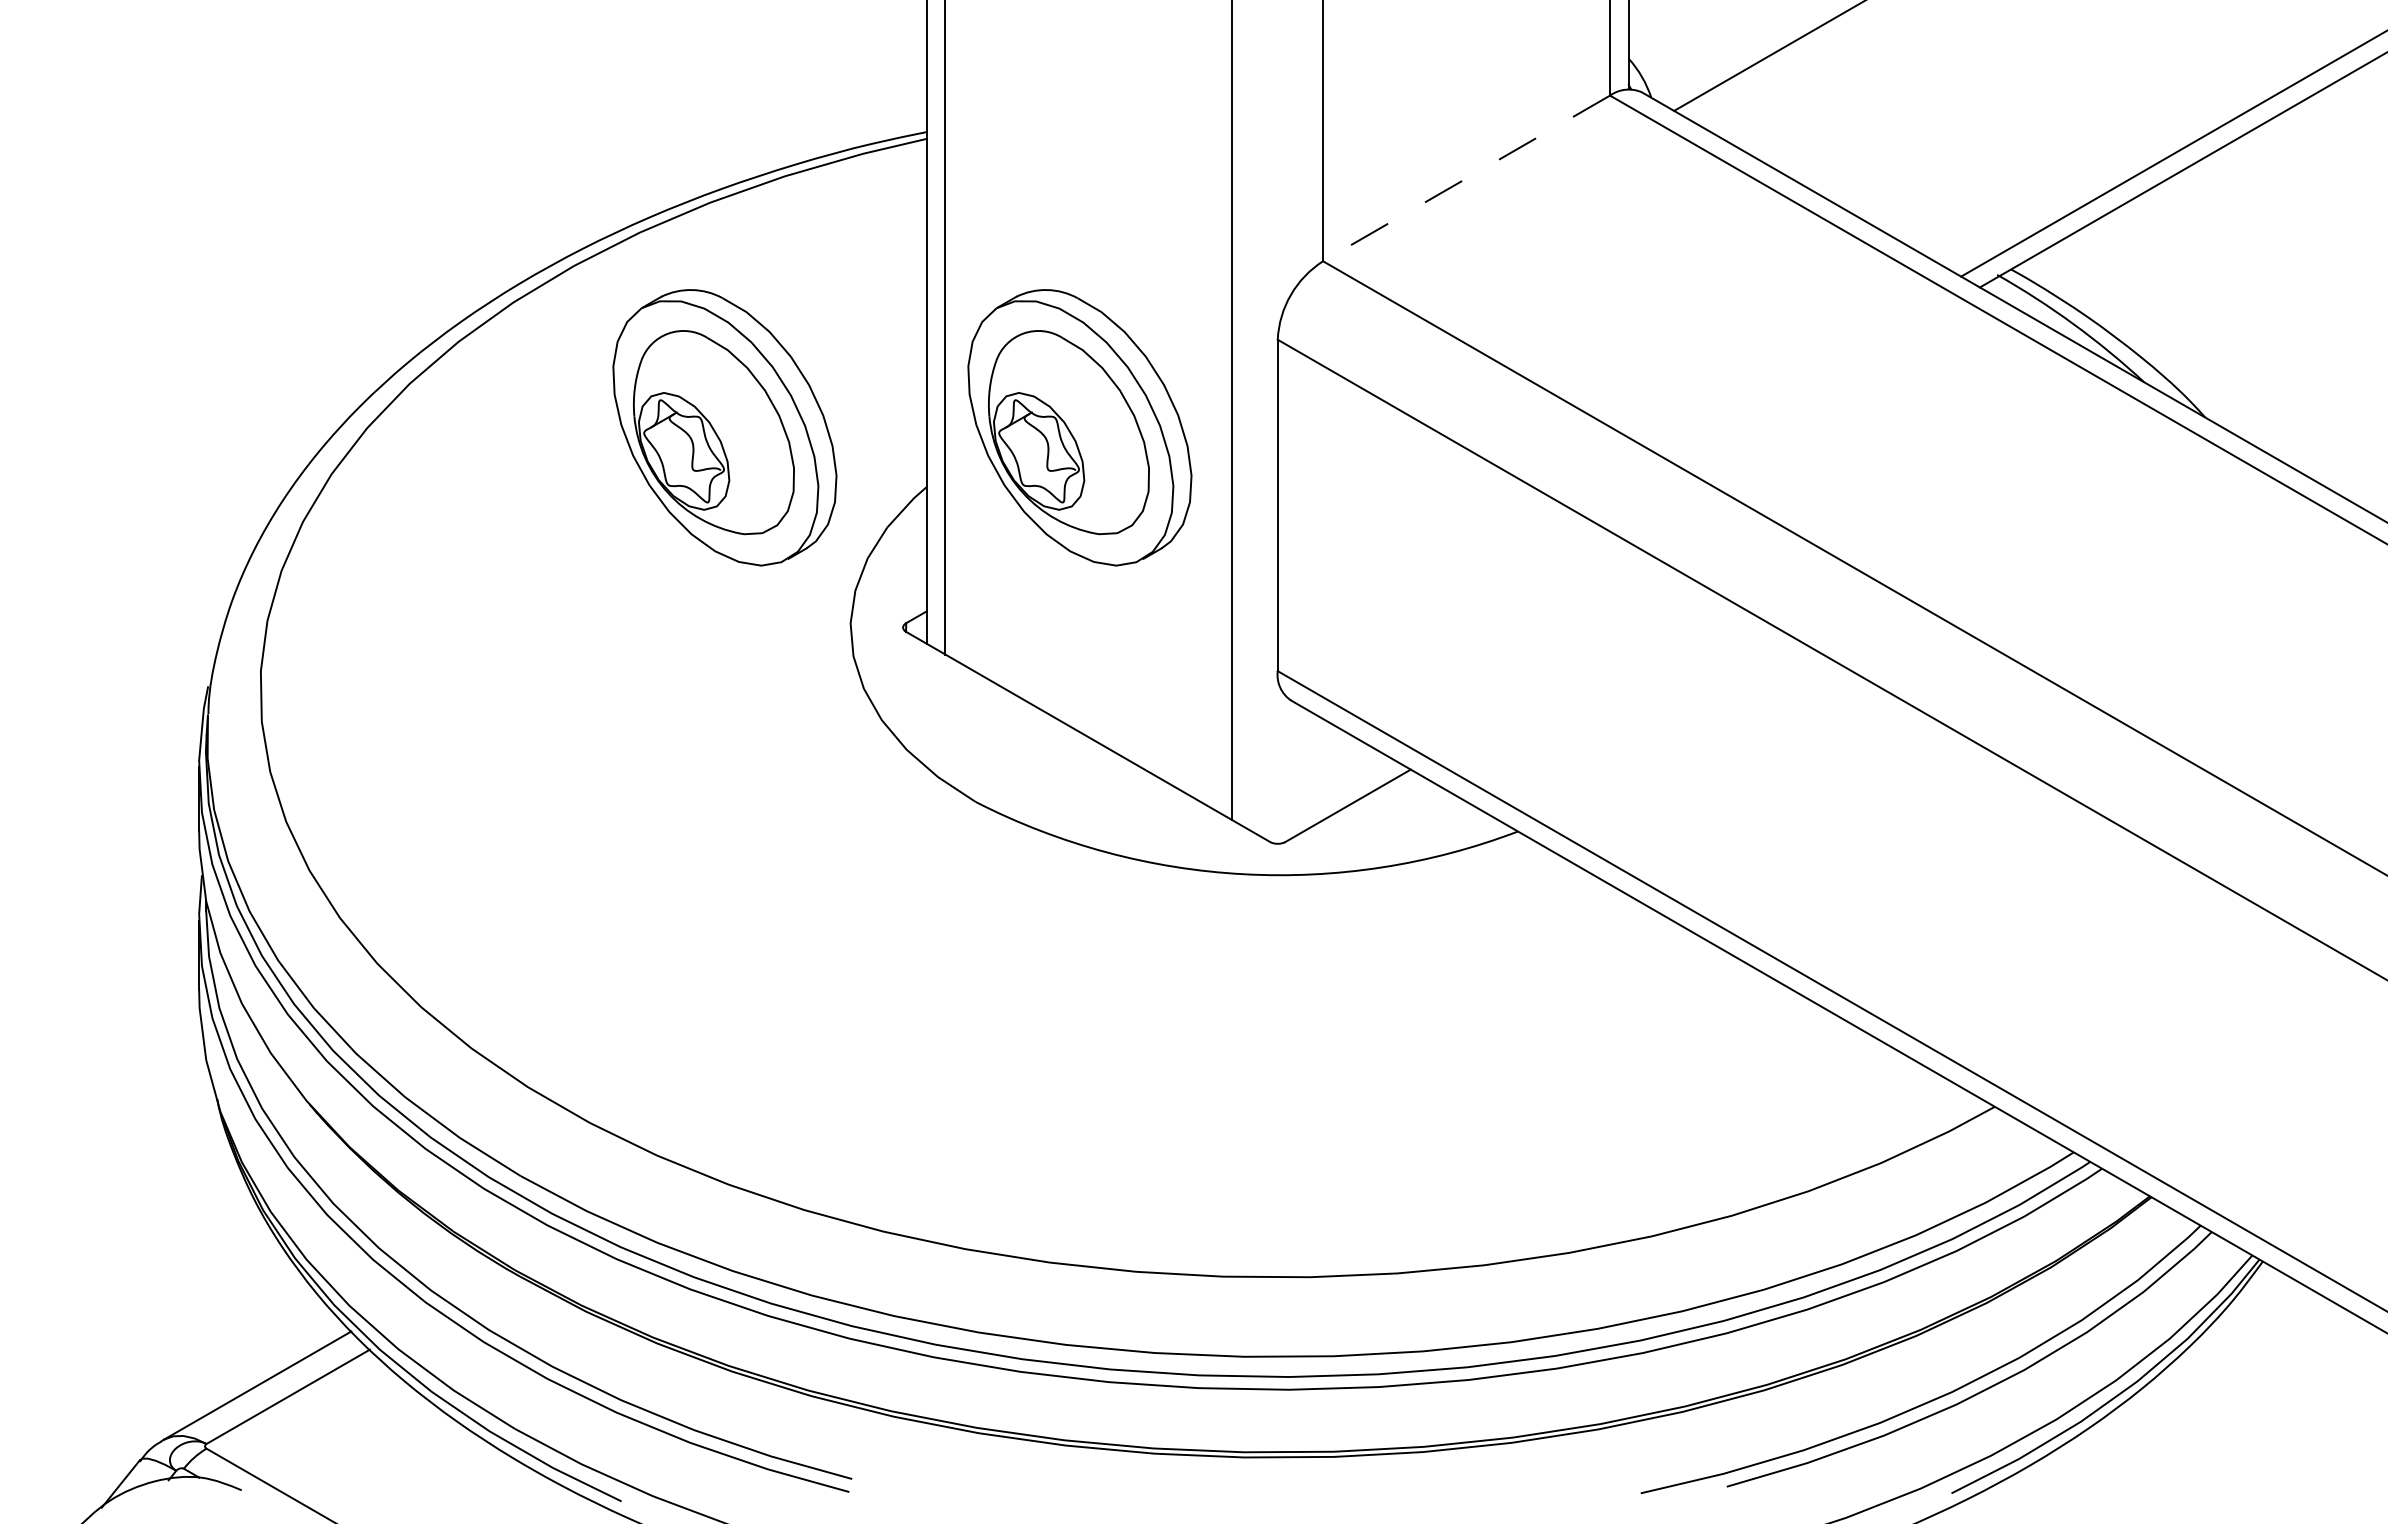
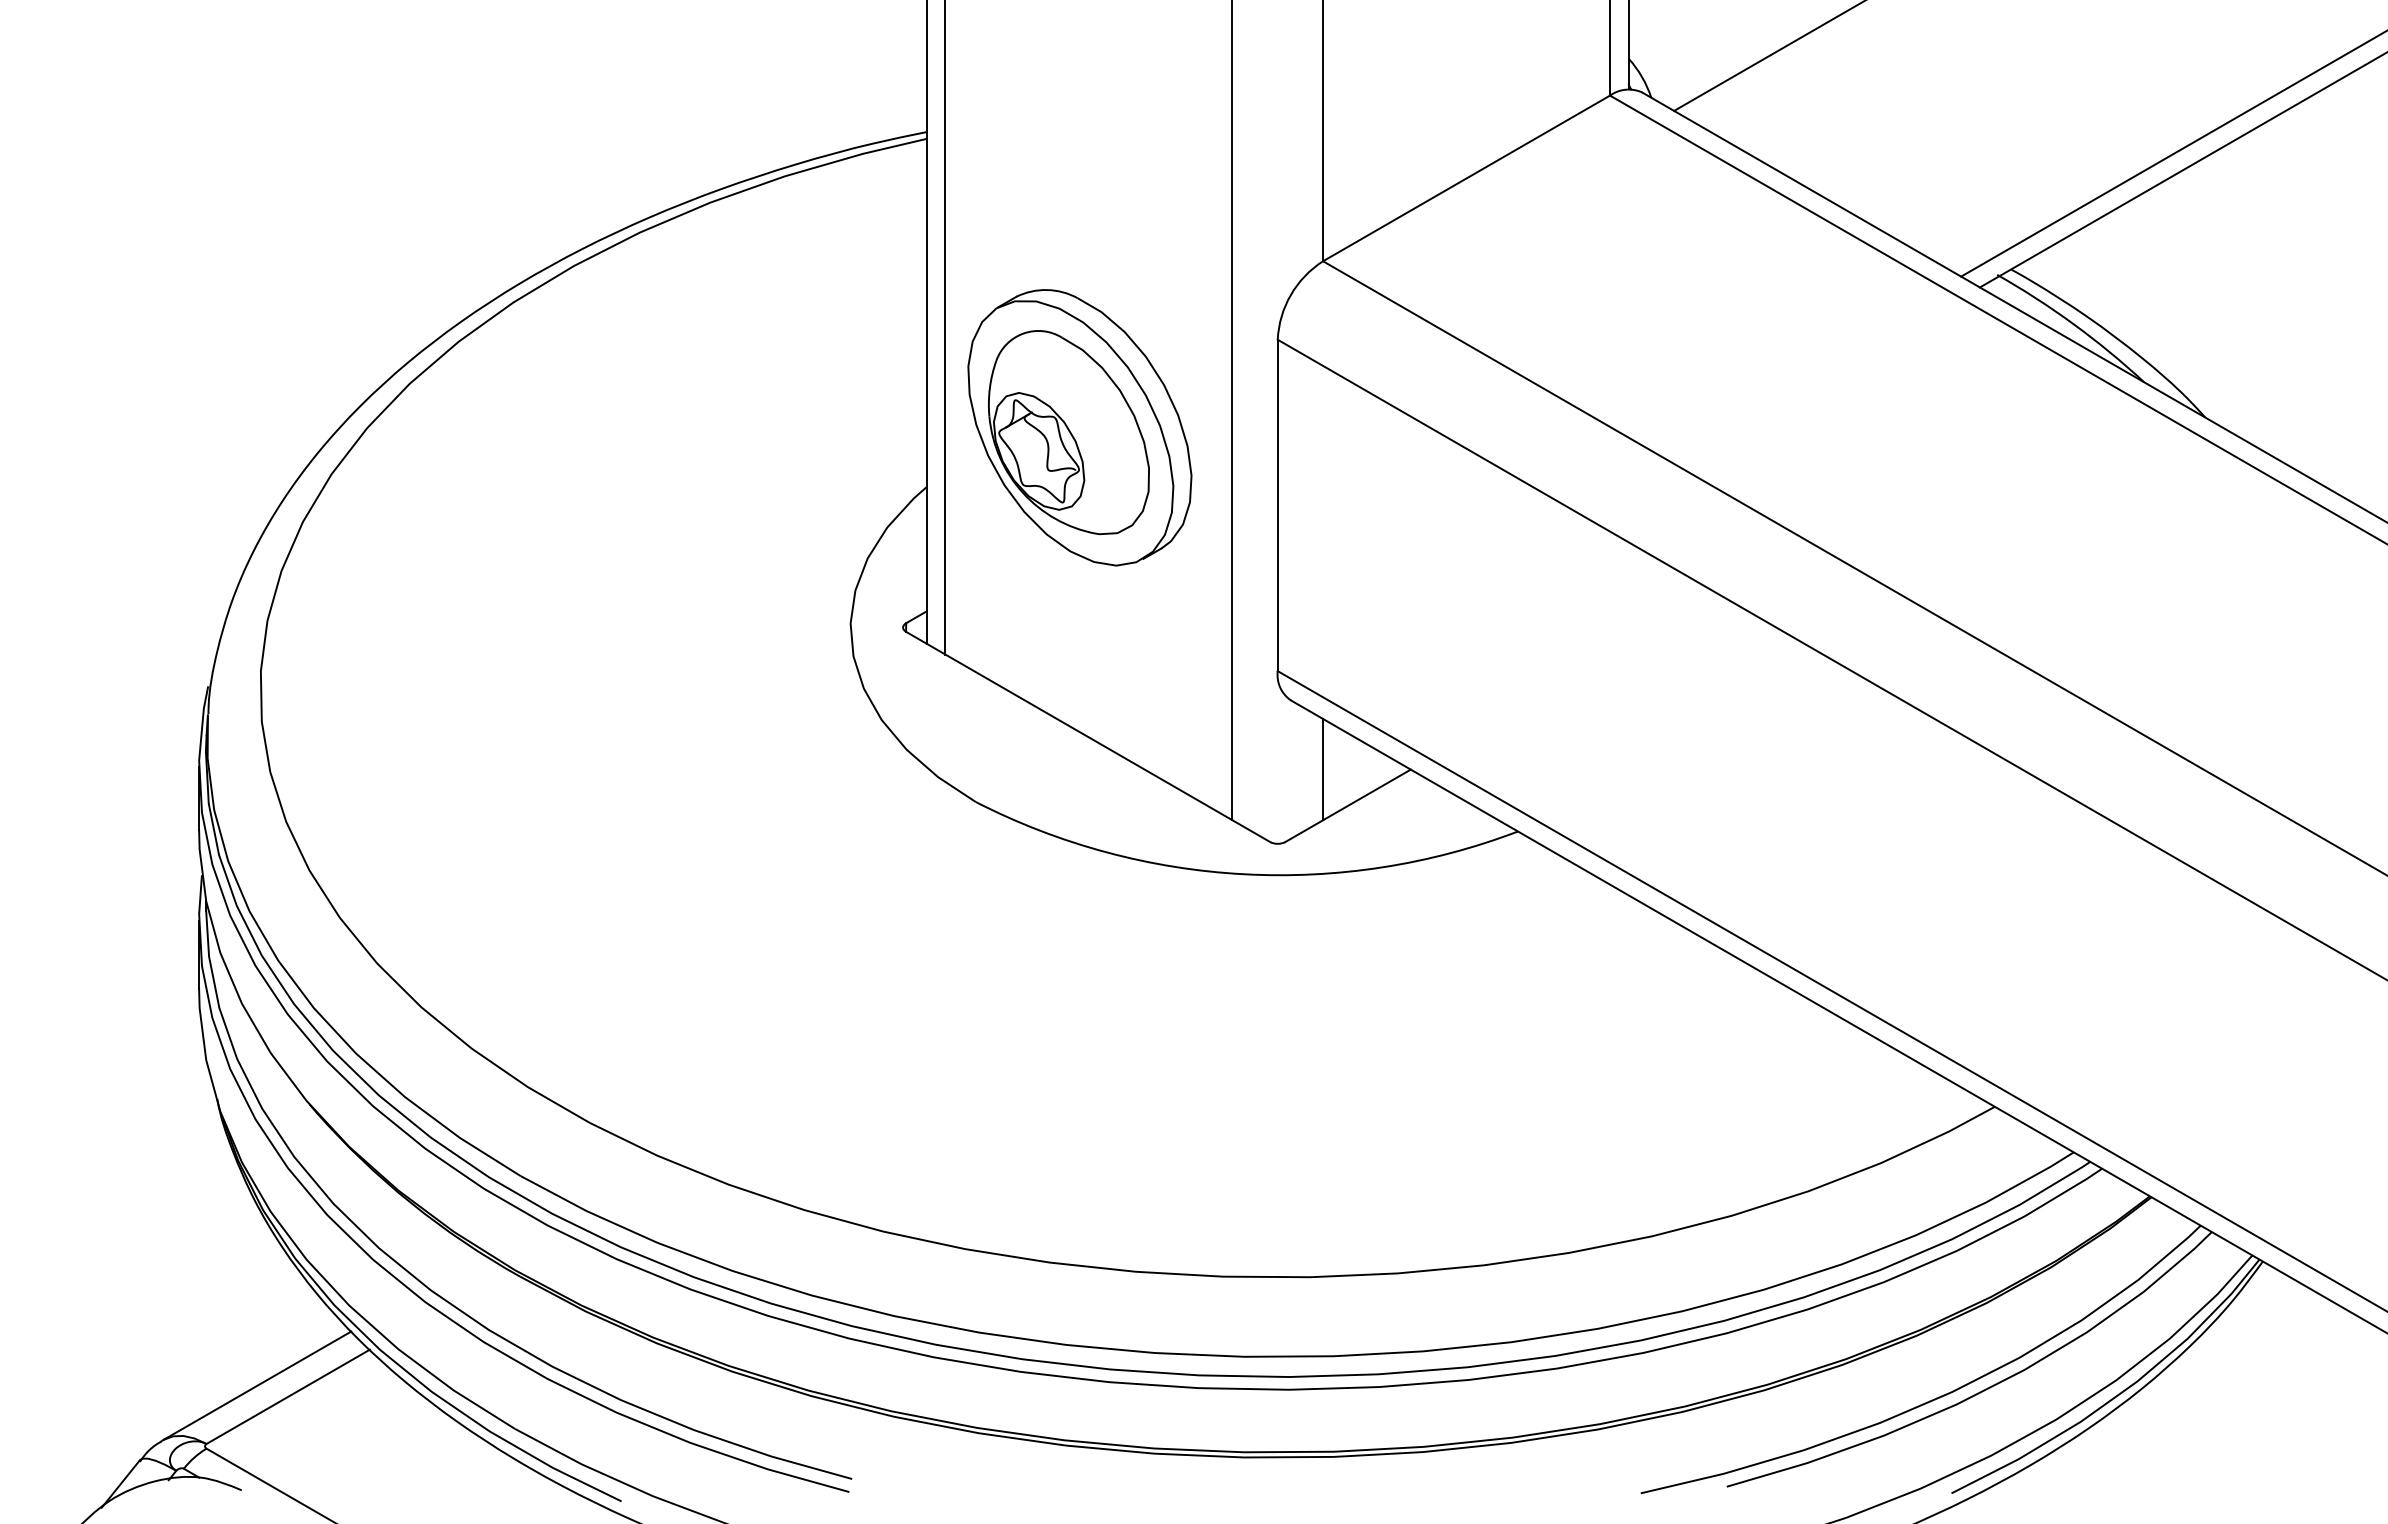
line at (1466, 178): dashed -> solid
part at (724, 427): present -> none
line at (1323, 769): none -> present
